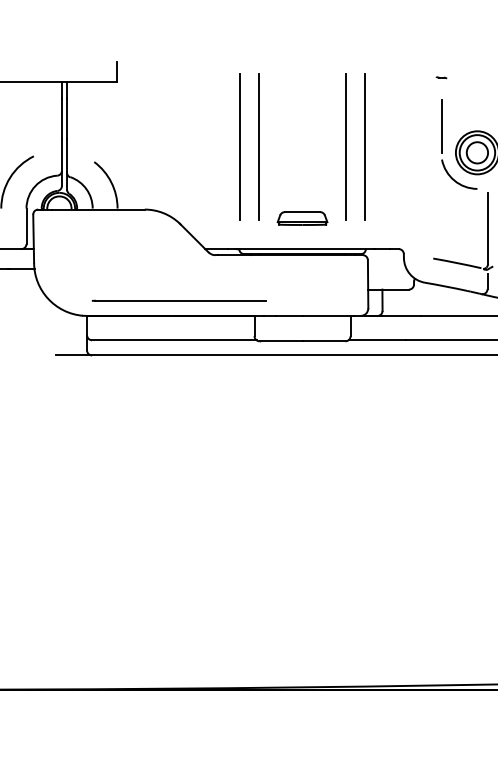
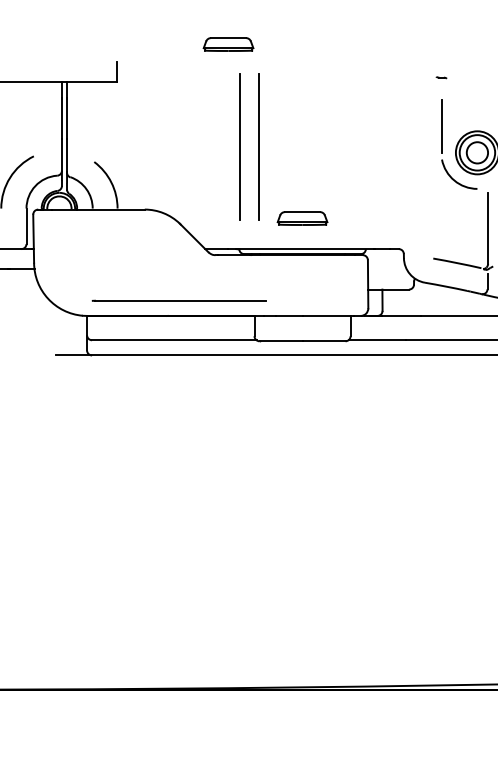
part at (228, 44): none -> present
line at (346, 146): present -> none
line at (365, 146): present -> none
